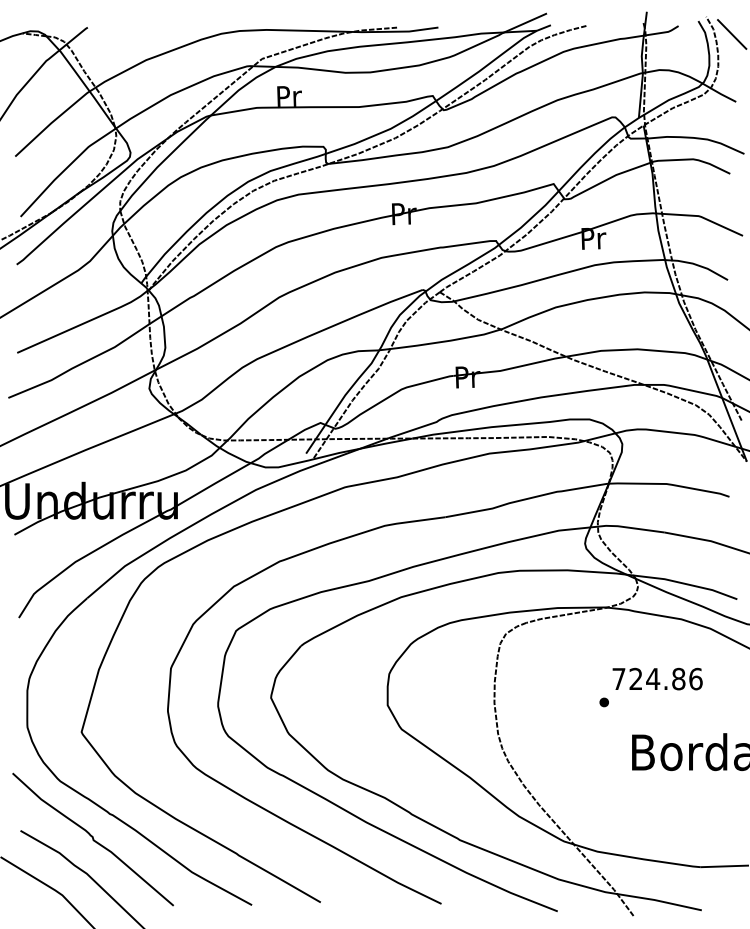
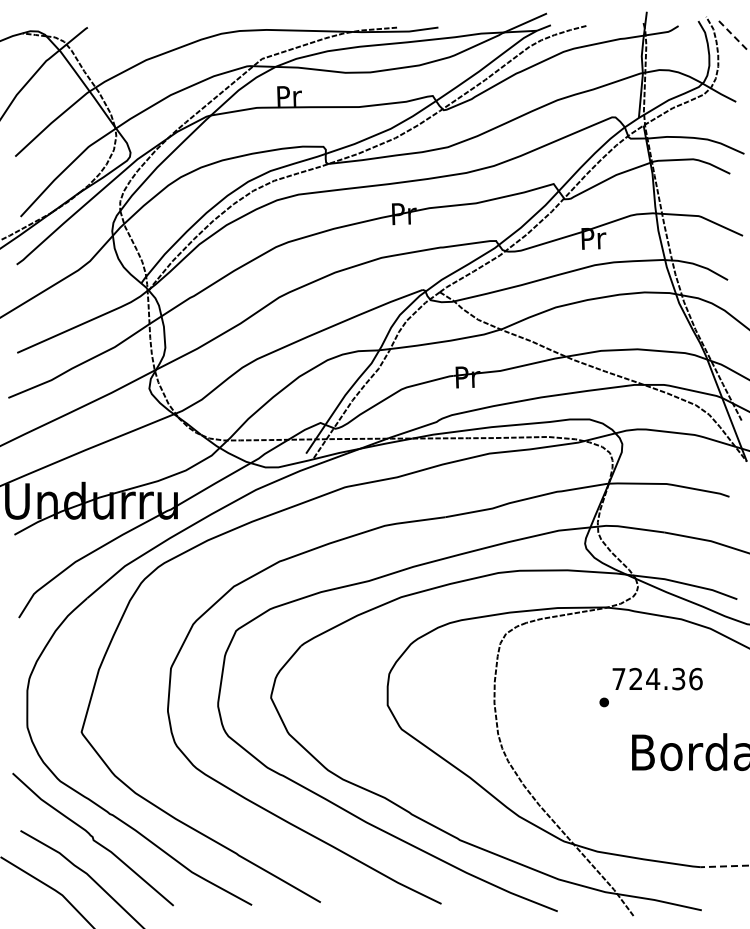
line at (731, 34): solid -> dashed
text at (678, 679): 724.86 -> 724.36
line at (724, 866): solid -> dashed
